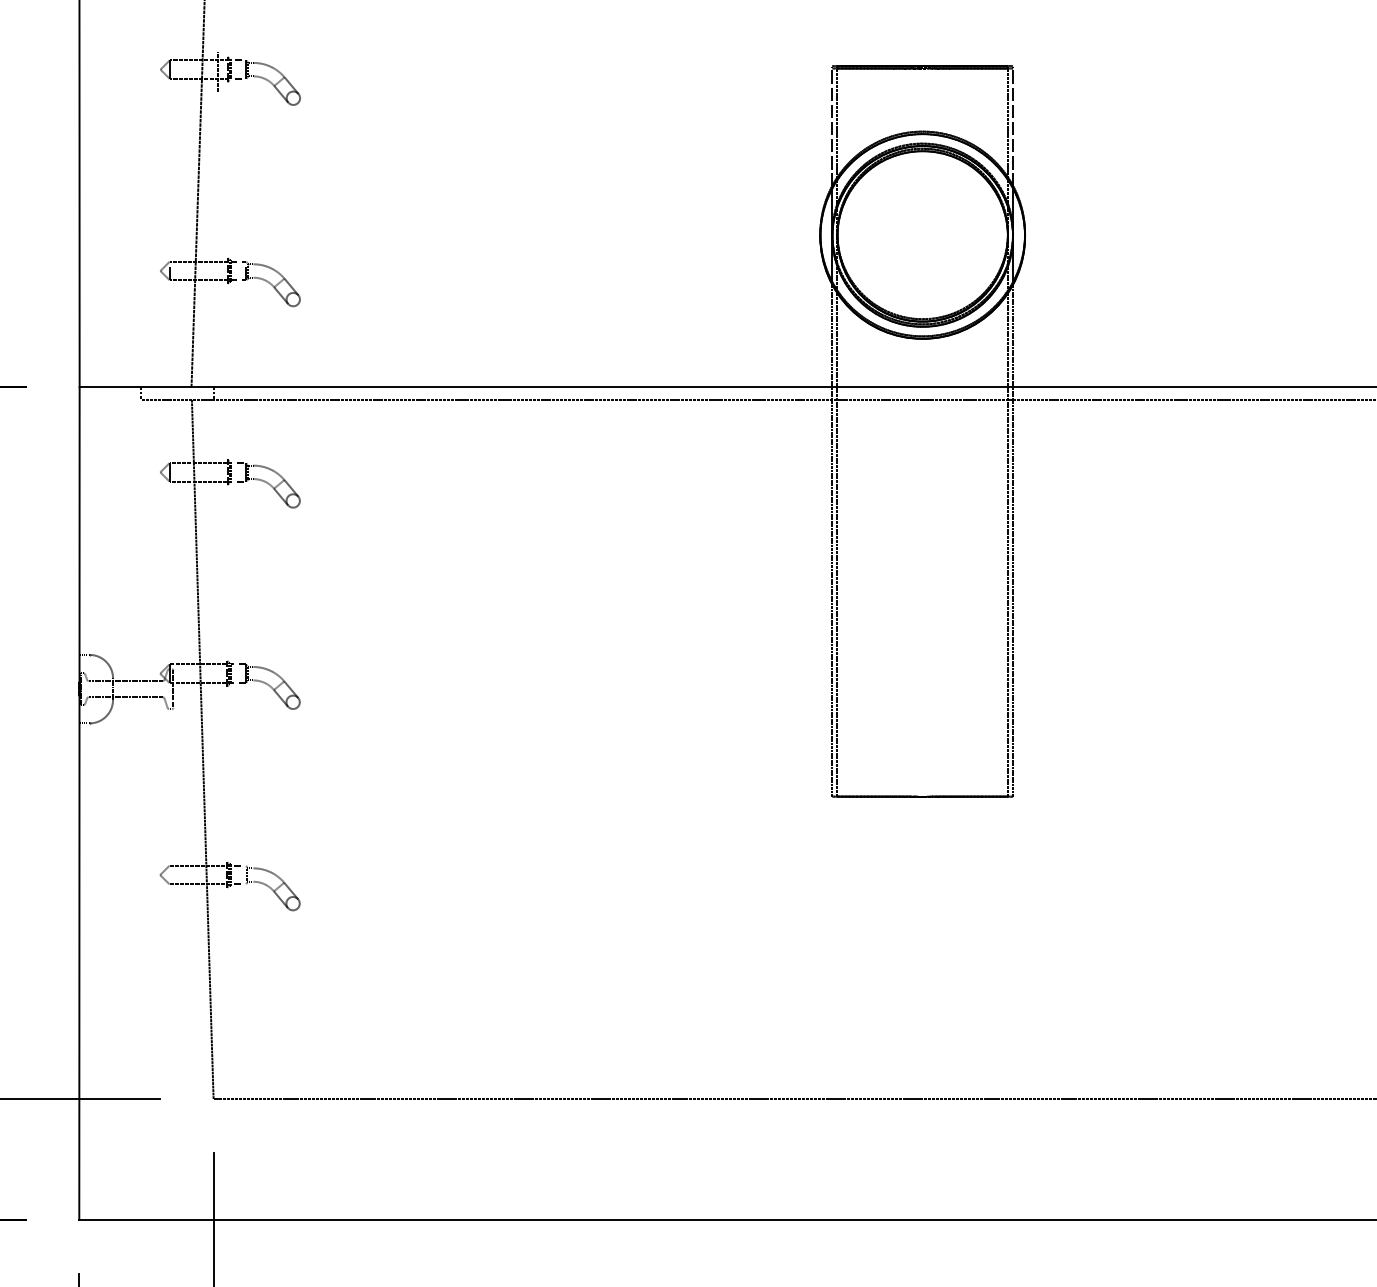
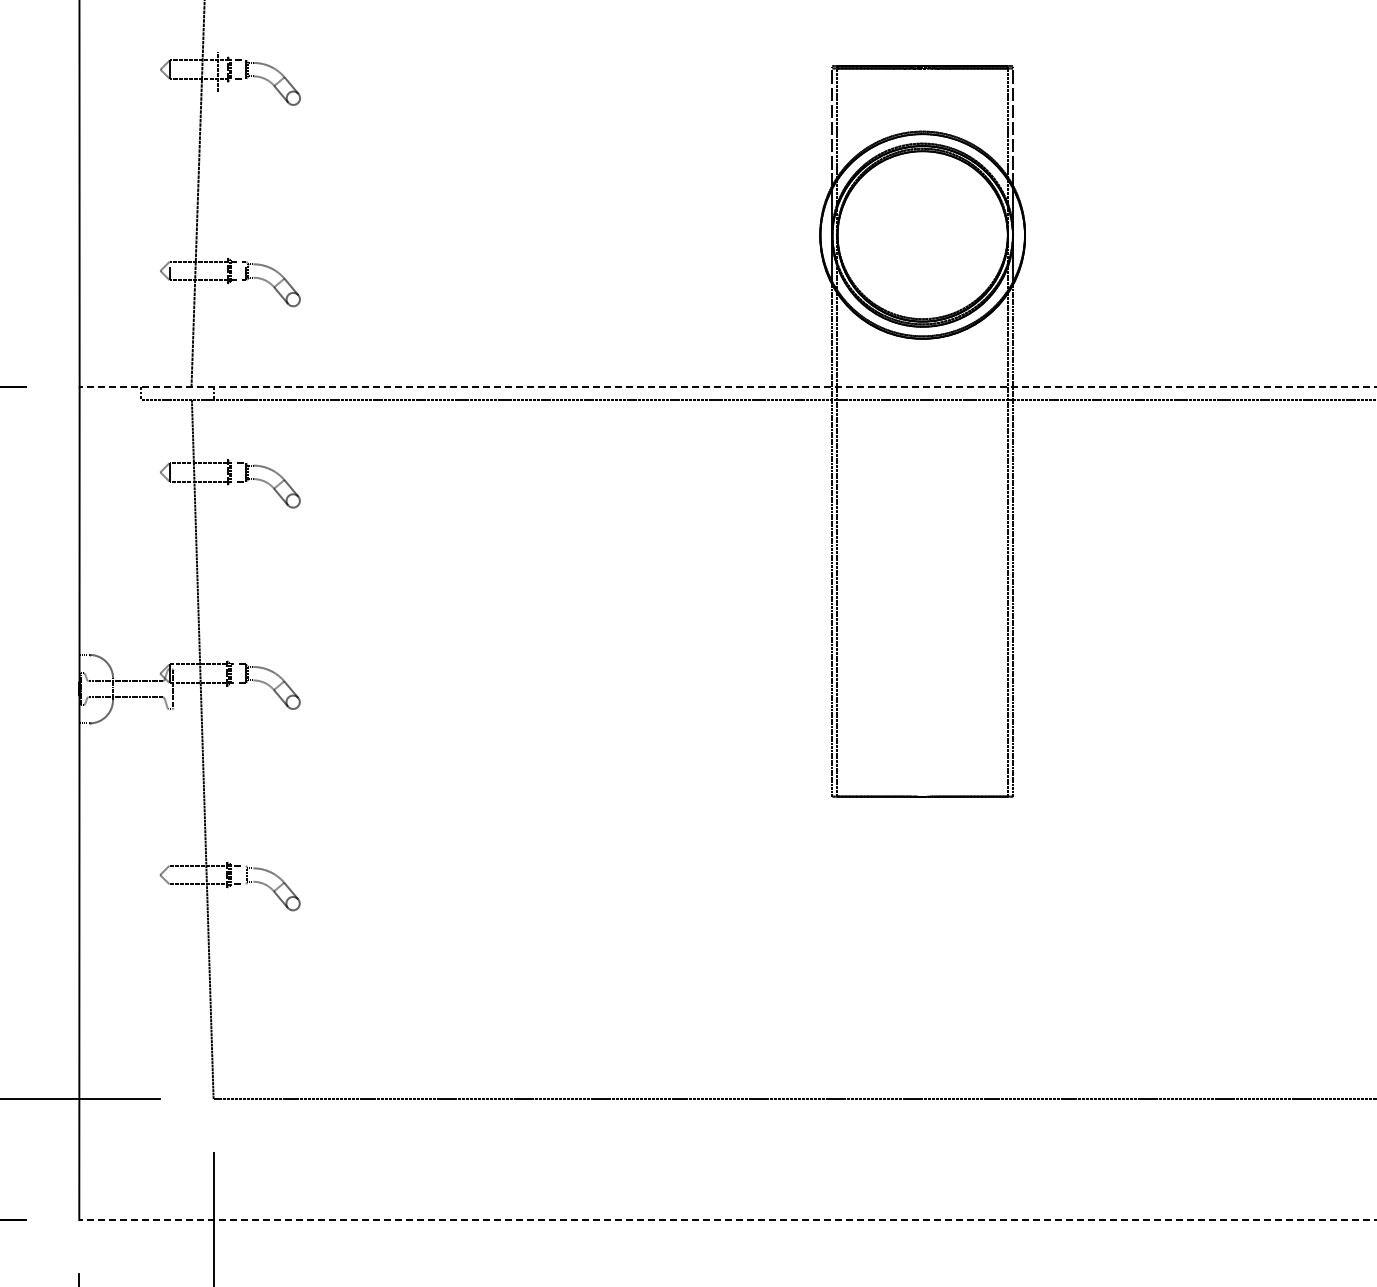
line at (728, 387): solid -> dashed
line at (727, 1220): solid -> dashed
